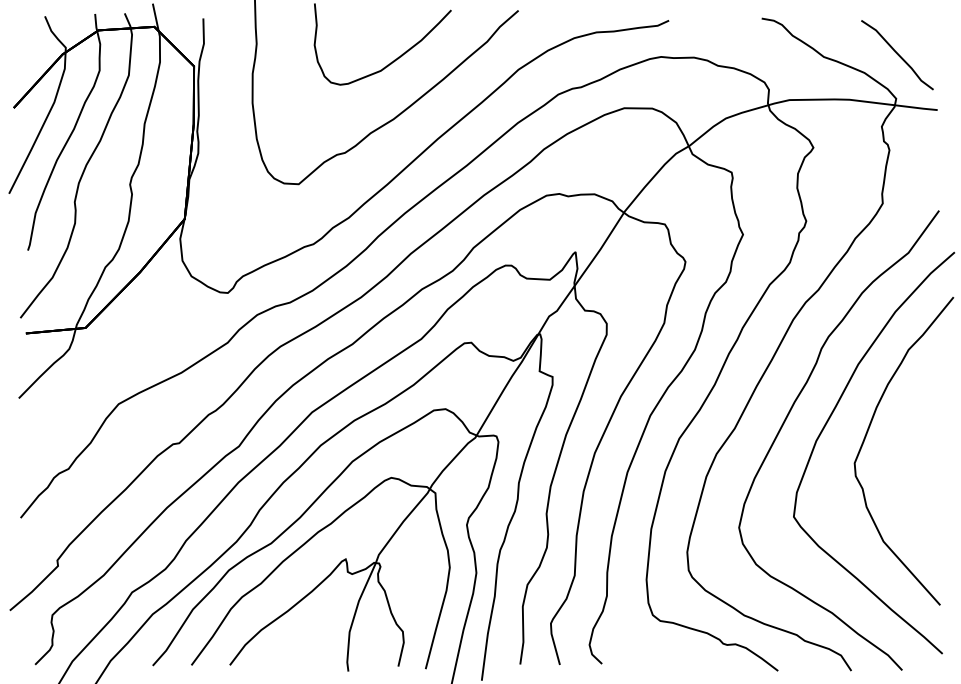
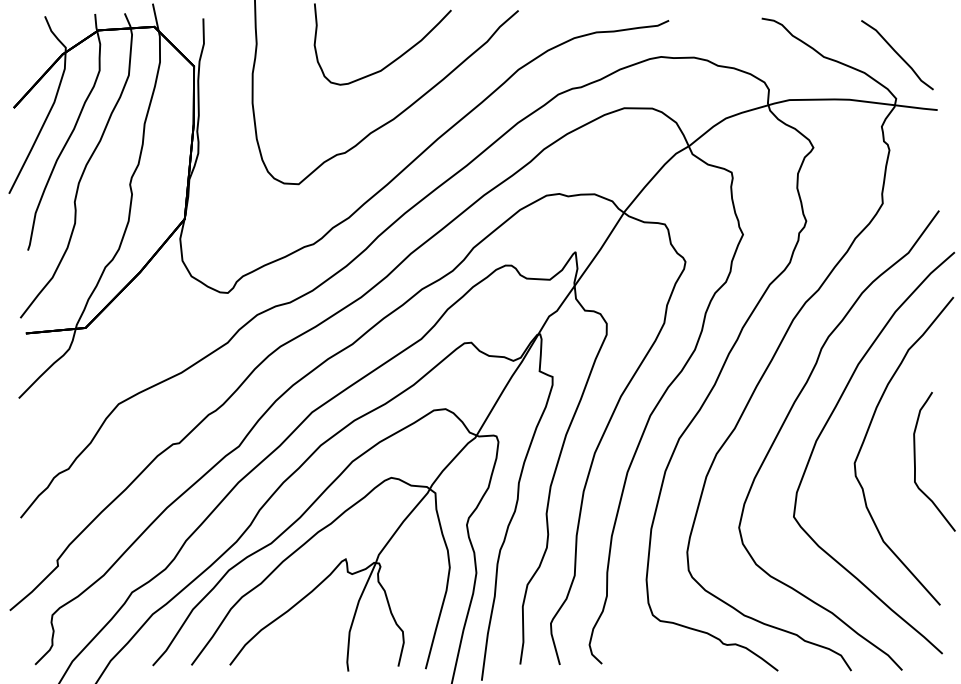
part at (915, 461): none -> present
